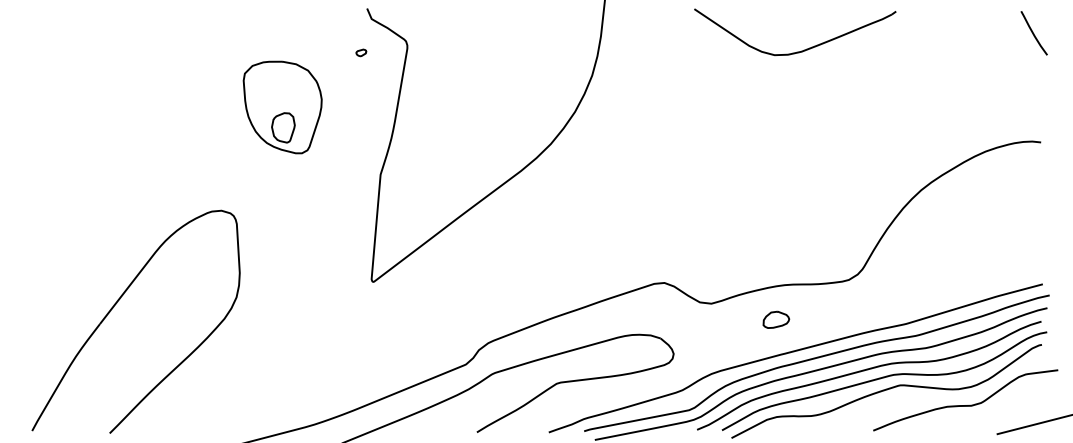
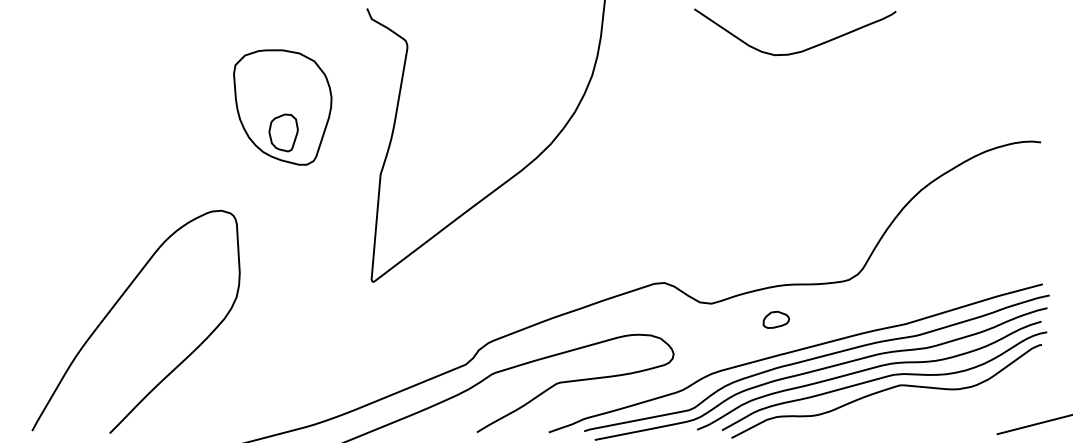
curve at (1033, 33): present -> none
part at (361, 52): present -> none
part at (282, 107) size: 81x95 px -> 100x117 px
curve at (965, 405): present -> none
